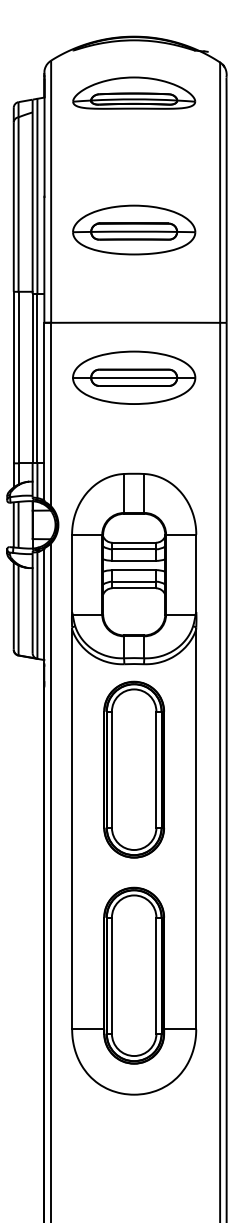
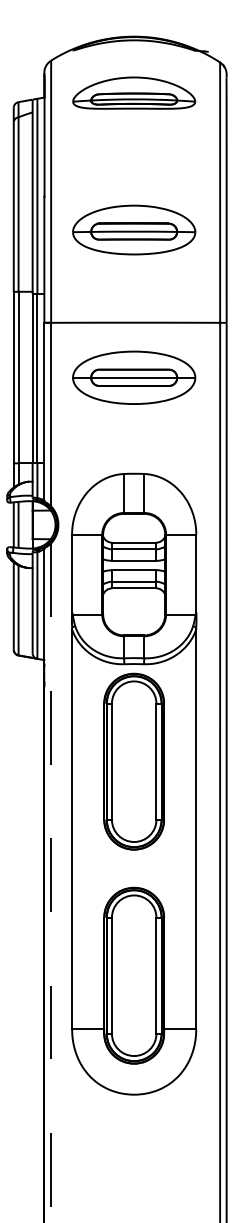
part at (133, 769) position: (133, 769) -> (133, 761)
line at (51, 883): solid -> dashed
